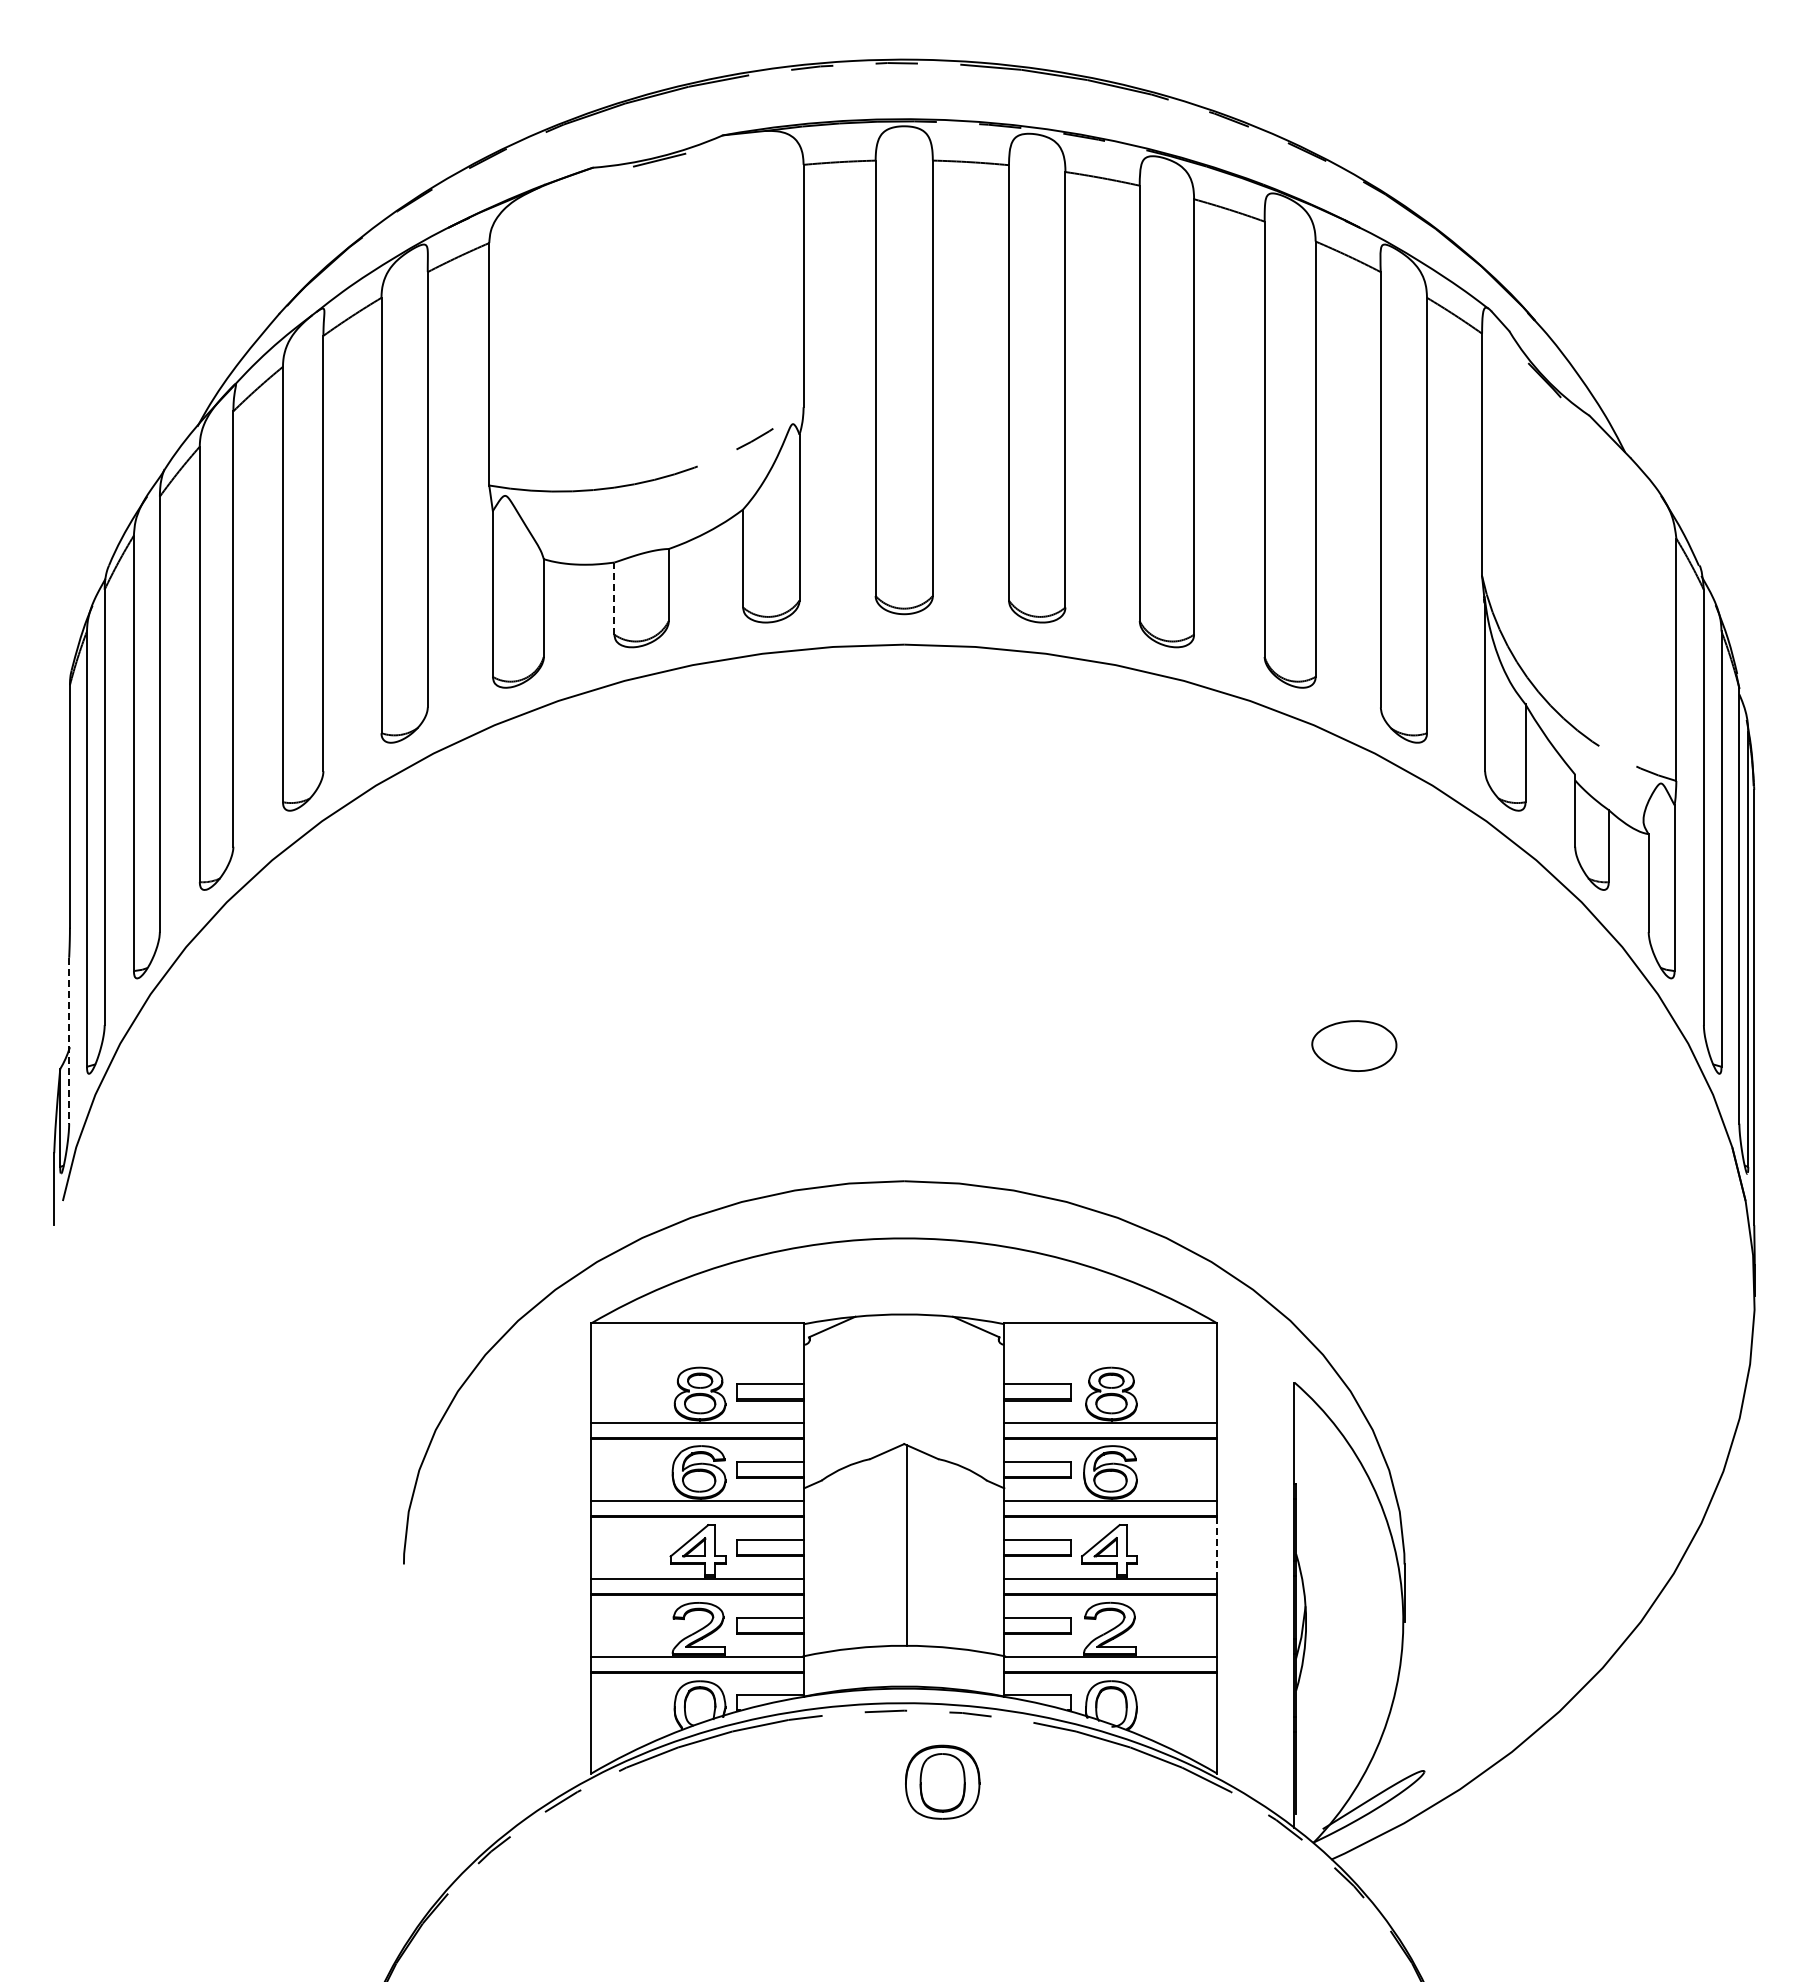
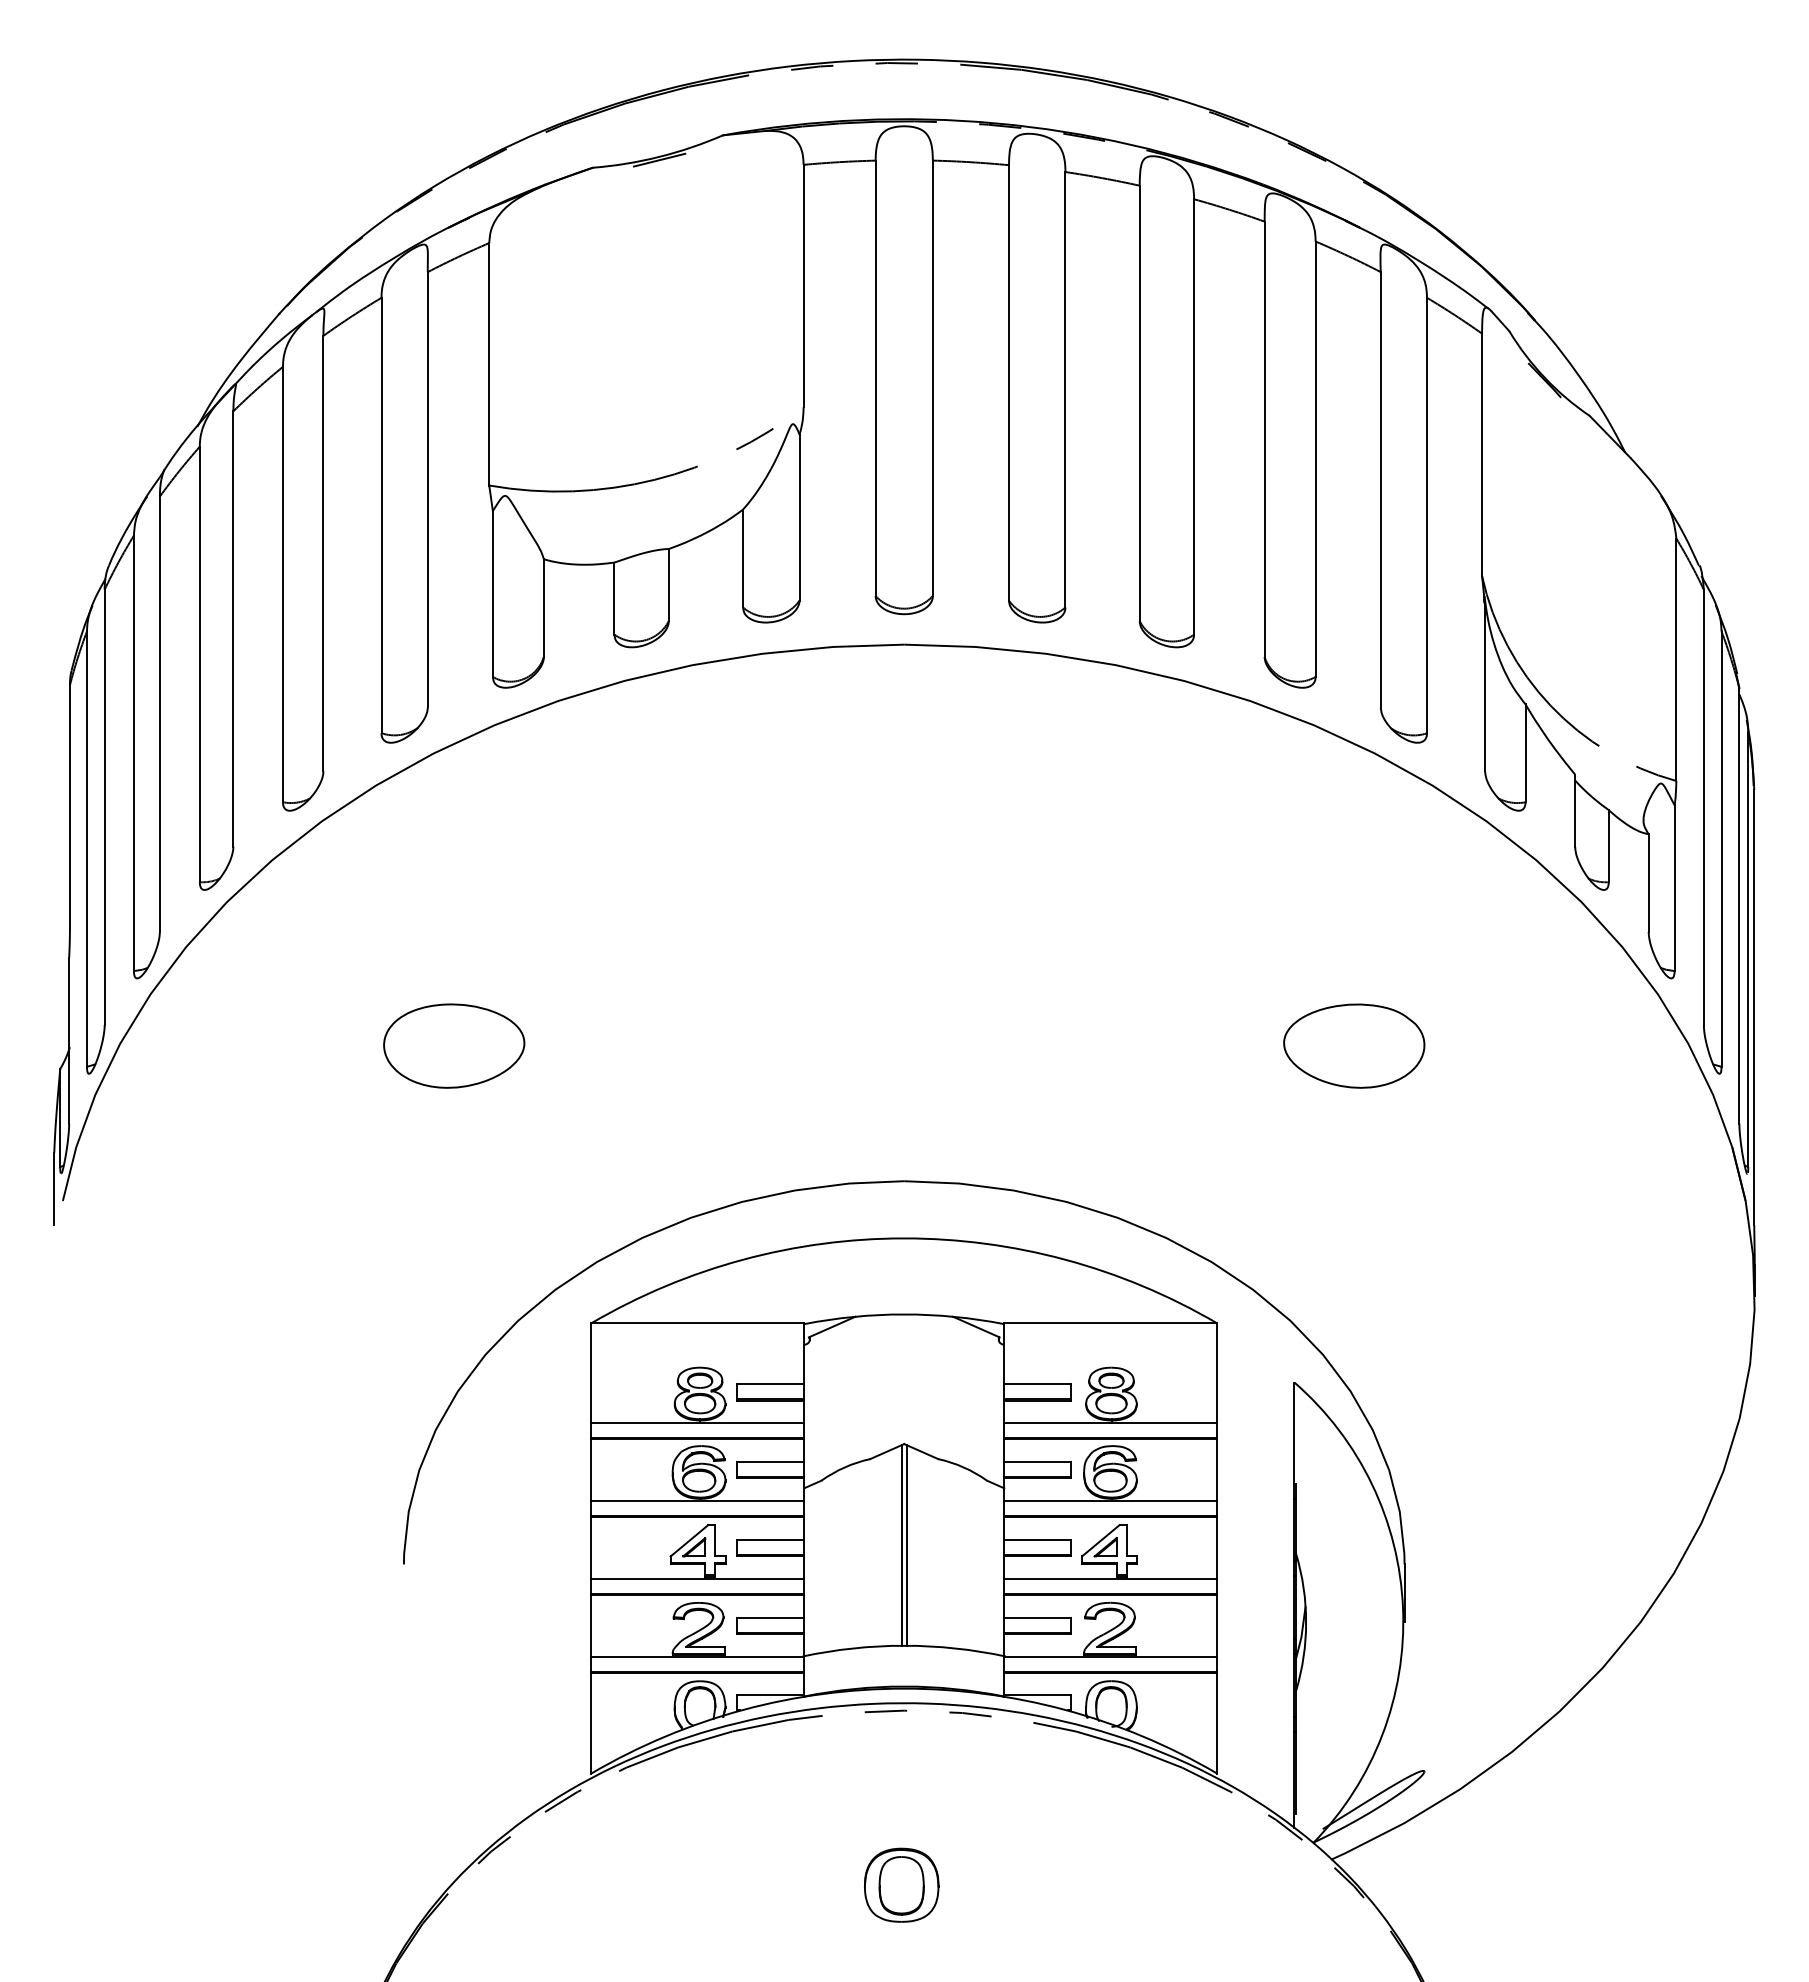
line at (614, 598): dashed -> solid
line at (69, 1040): dashed -> solid
part at (454, 1045): none -> present
part at (1354, 1045) size: 87x52 px -> 143x86 px
line at (901, 1545): none -> present
line at (1217, 1548): dashed -> solid
part at (942, 1781) position: (942, 1781) -> (901, 1884)
